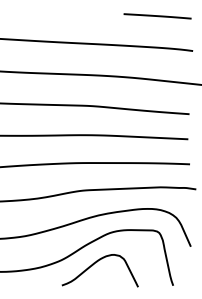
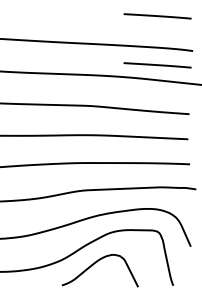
line at (157, 65): none -> present
